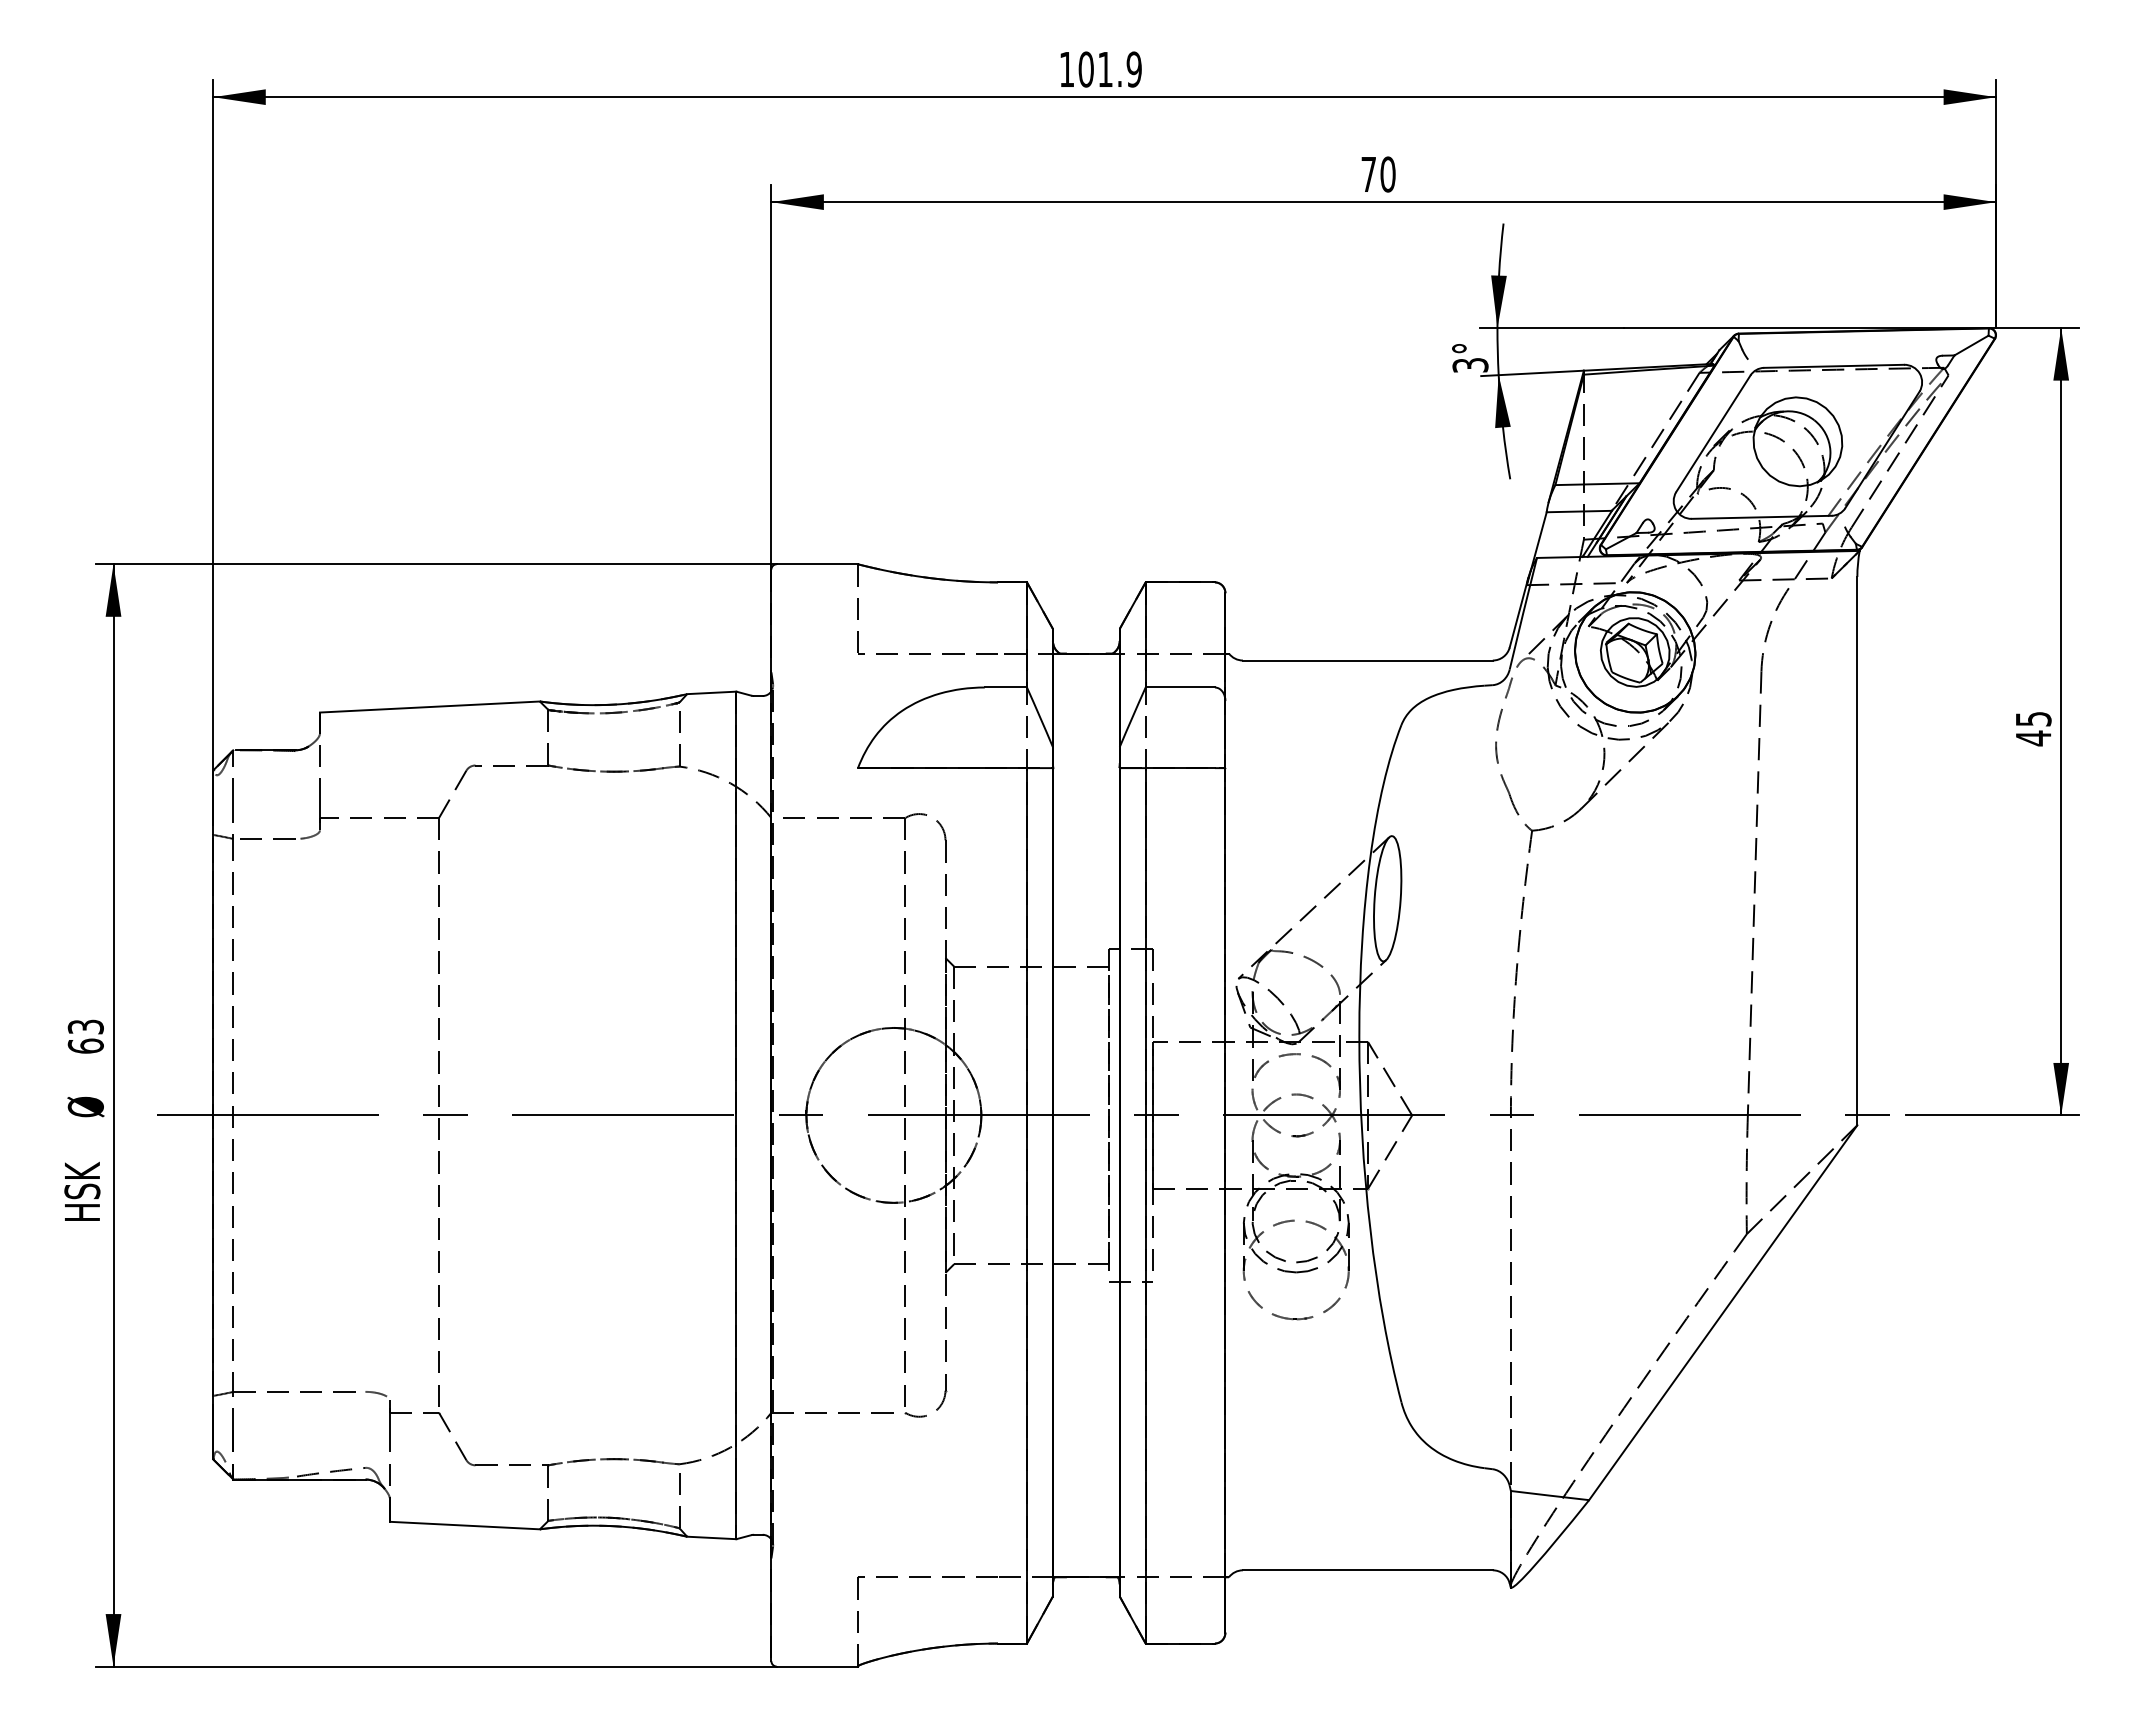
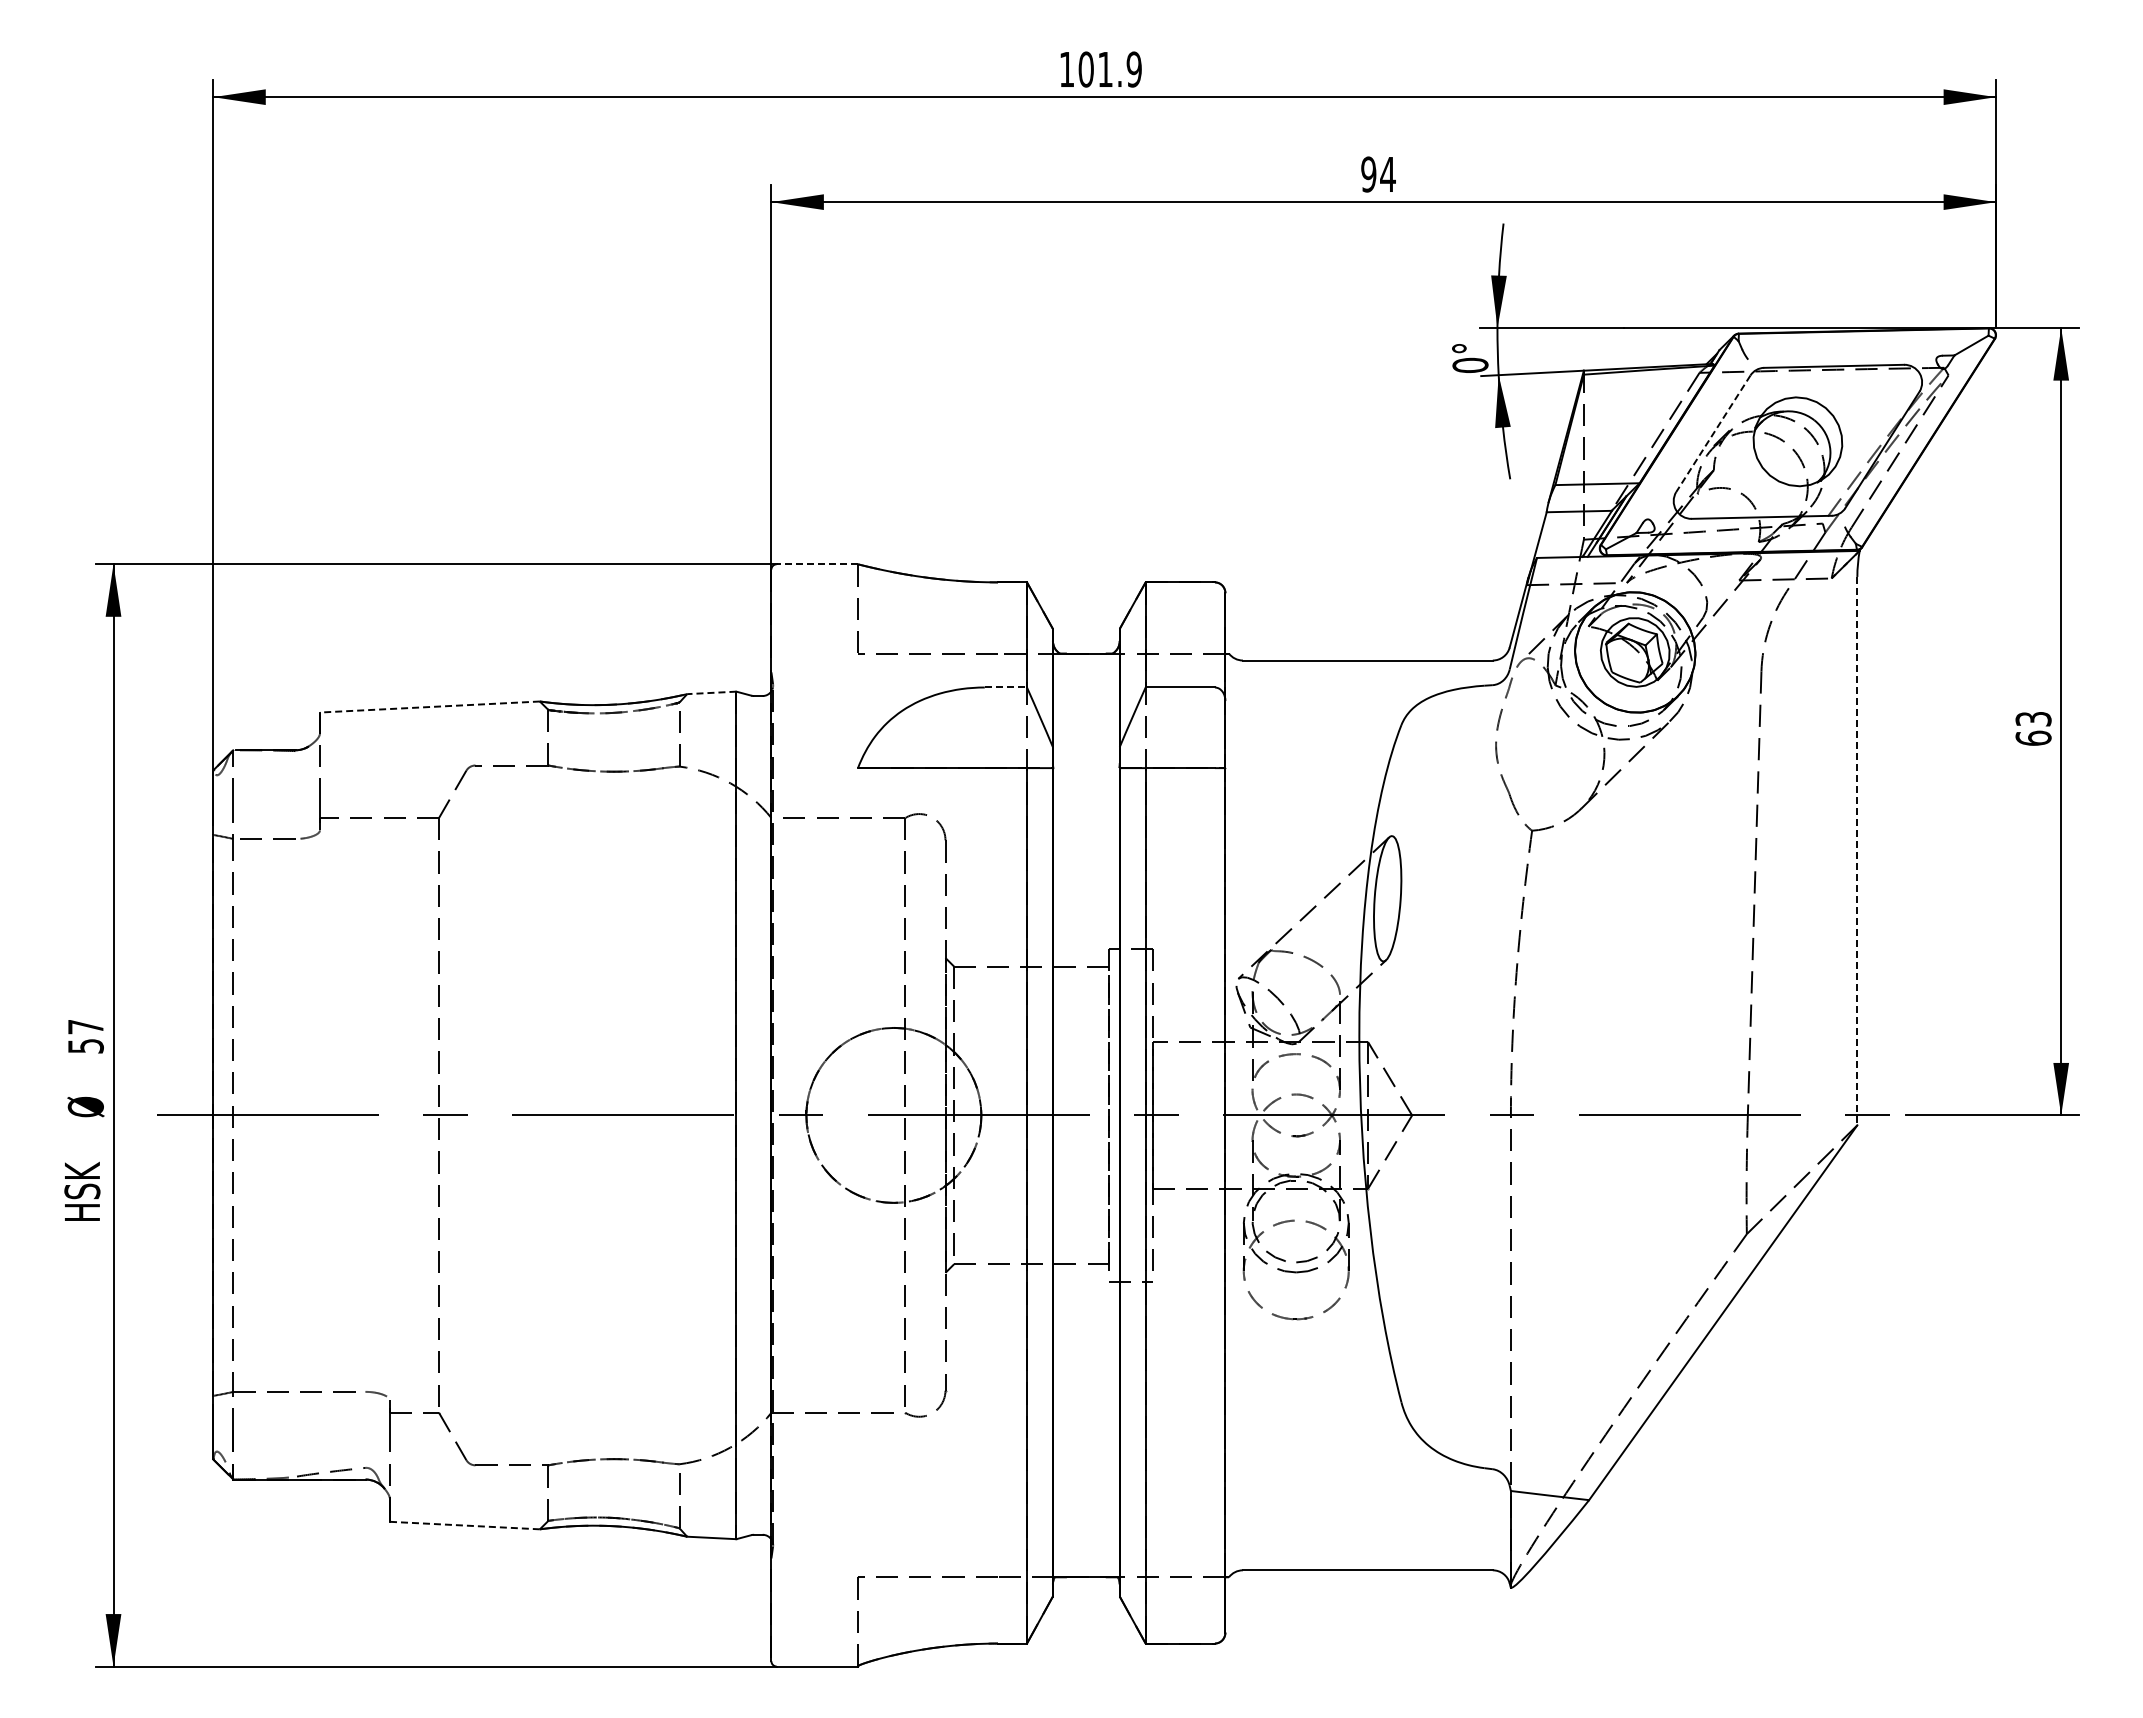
text at (1378, 174): 70 -> 94
text at (1470, 364): 3° -> 0°
line at (1713, 434): solid -> dashed
line at (817, 564): solid -> dashed
line at (1006, 687): solid -> dashed
line at (711, 692): solid -> dashed
line at (429, 707): solid -> dashed
text at (2033, 729): 45 -> 63
line at (1857, 851): solid -> dashed
text at (85, 1036): 63 -> 57
line at (465, 1525): solid -> dashed
